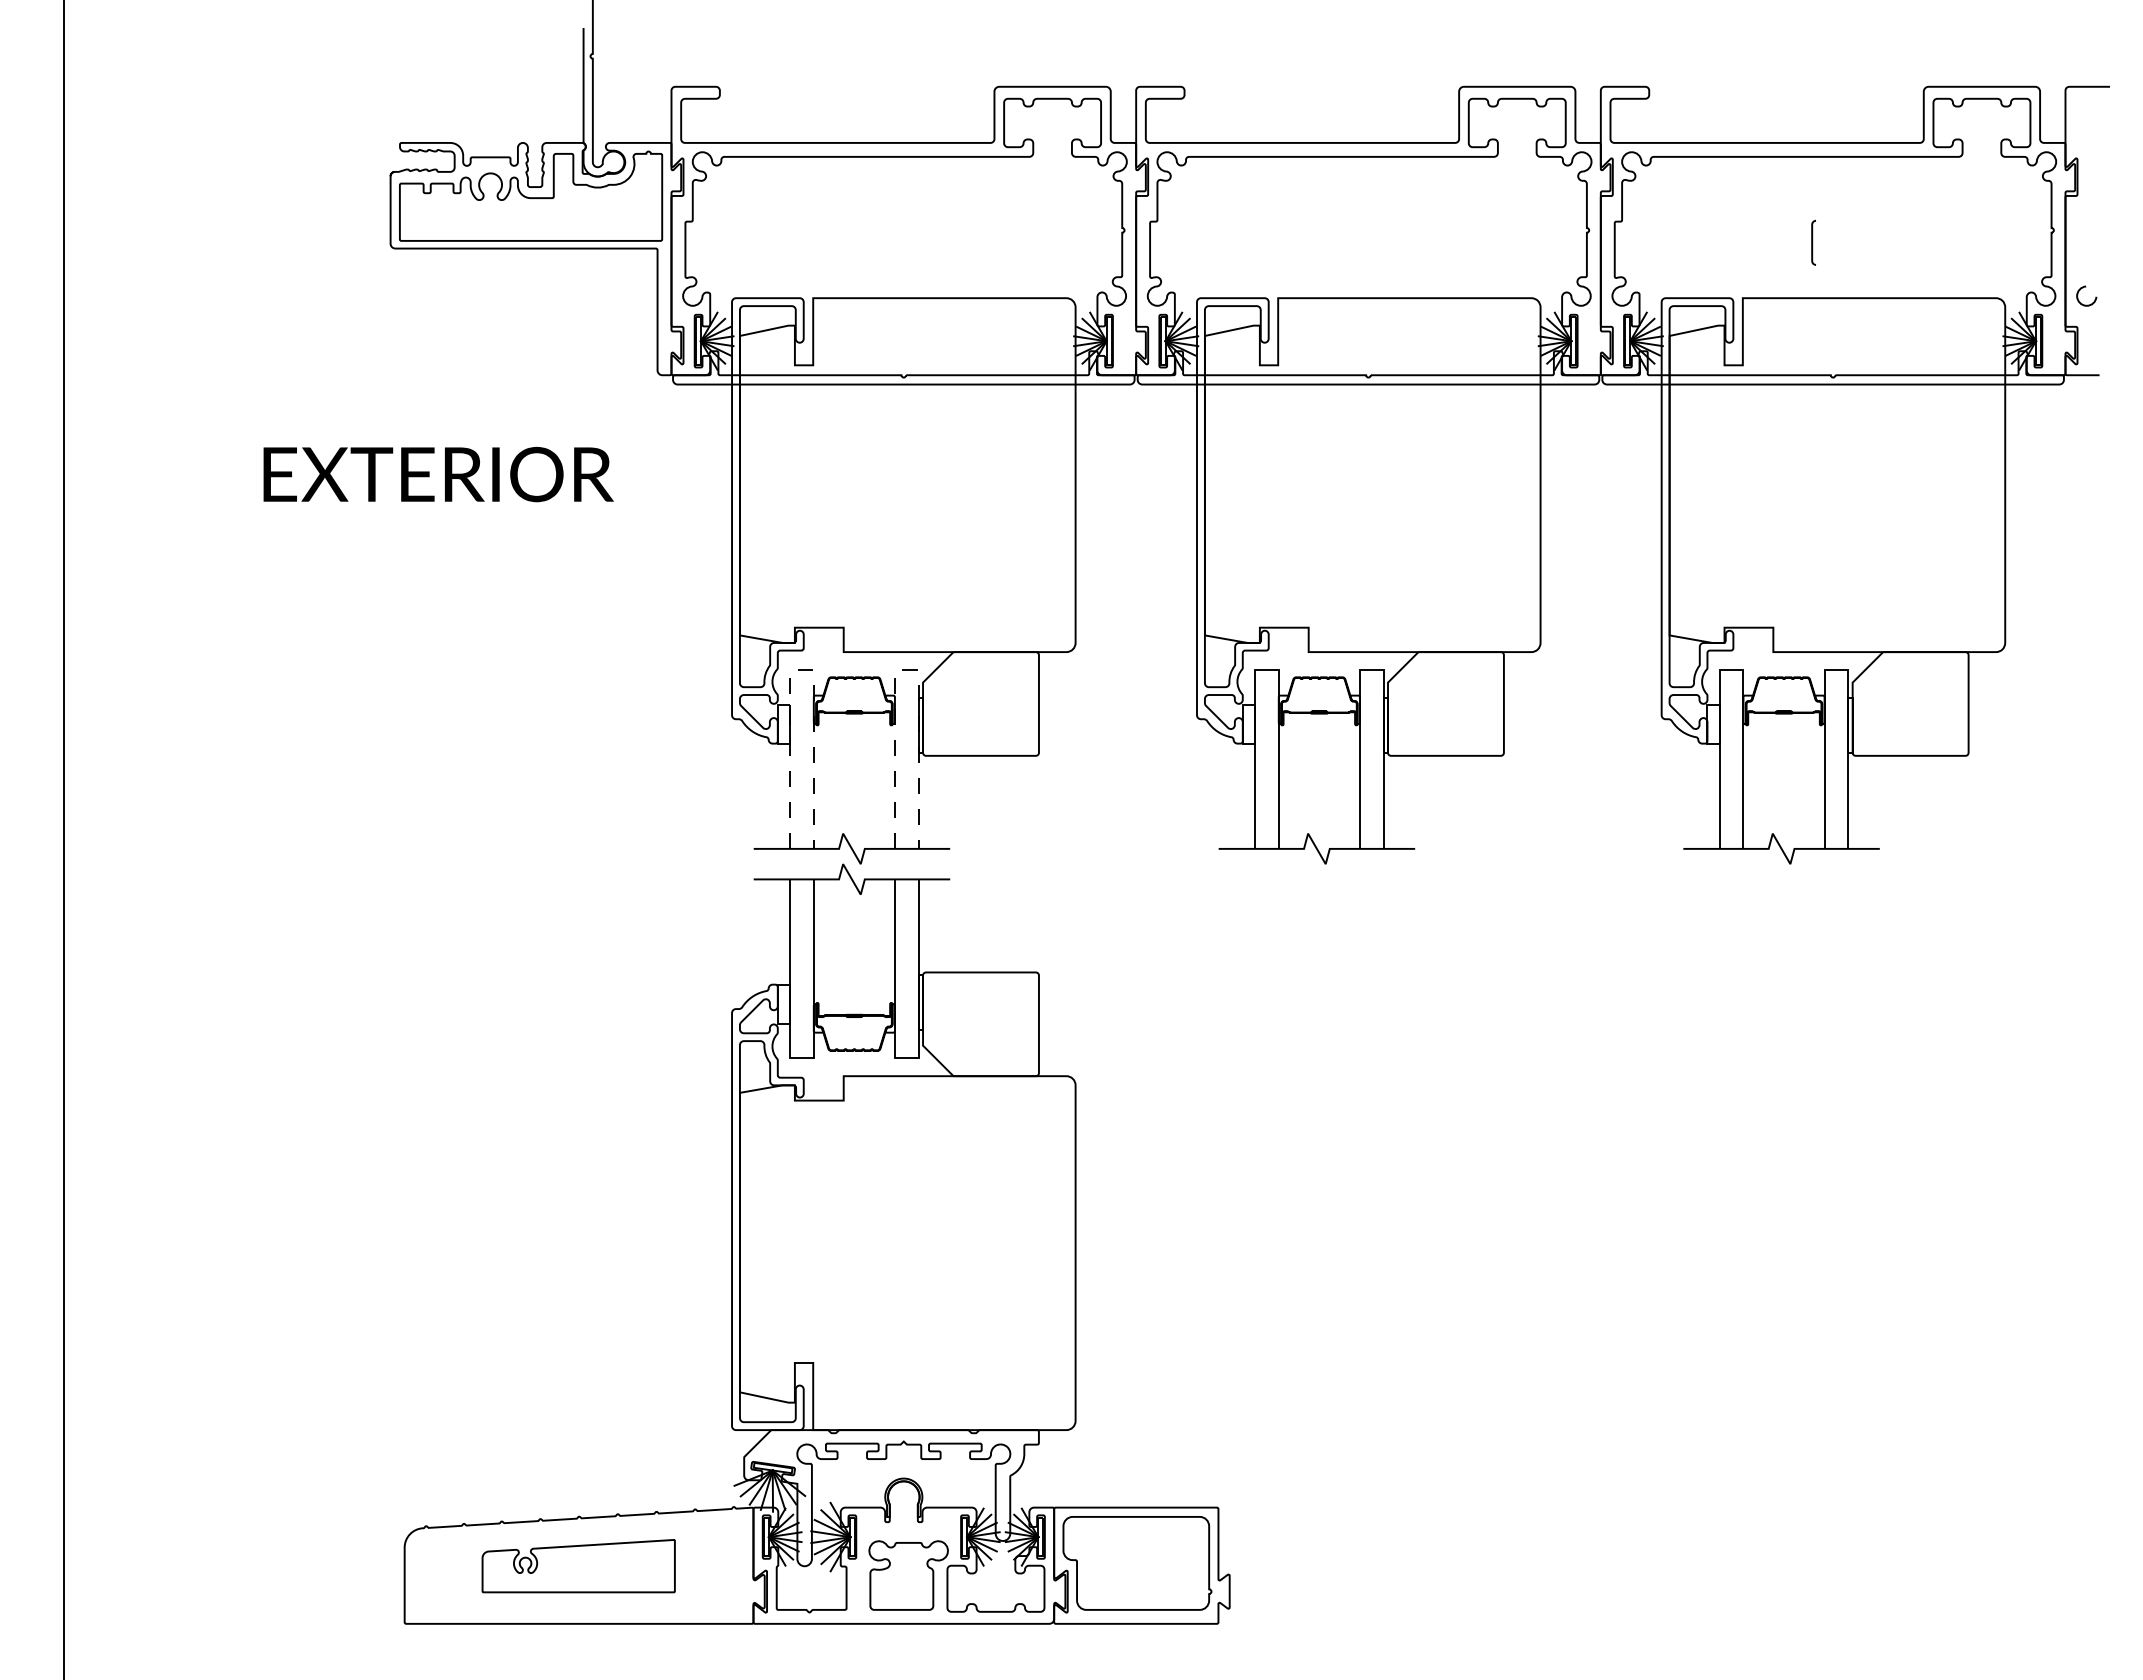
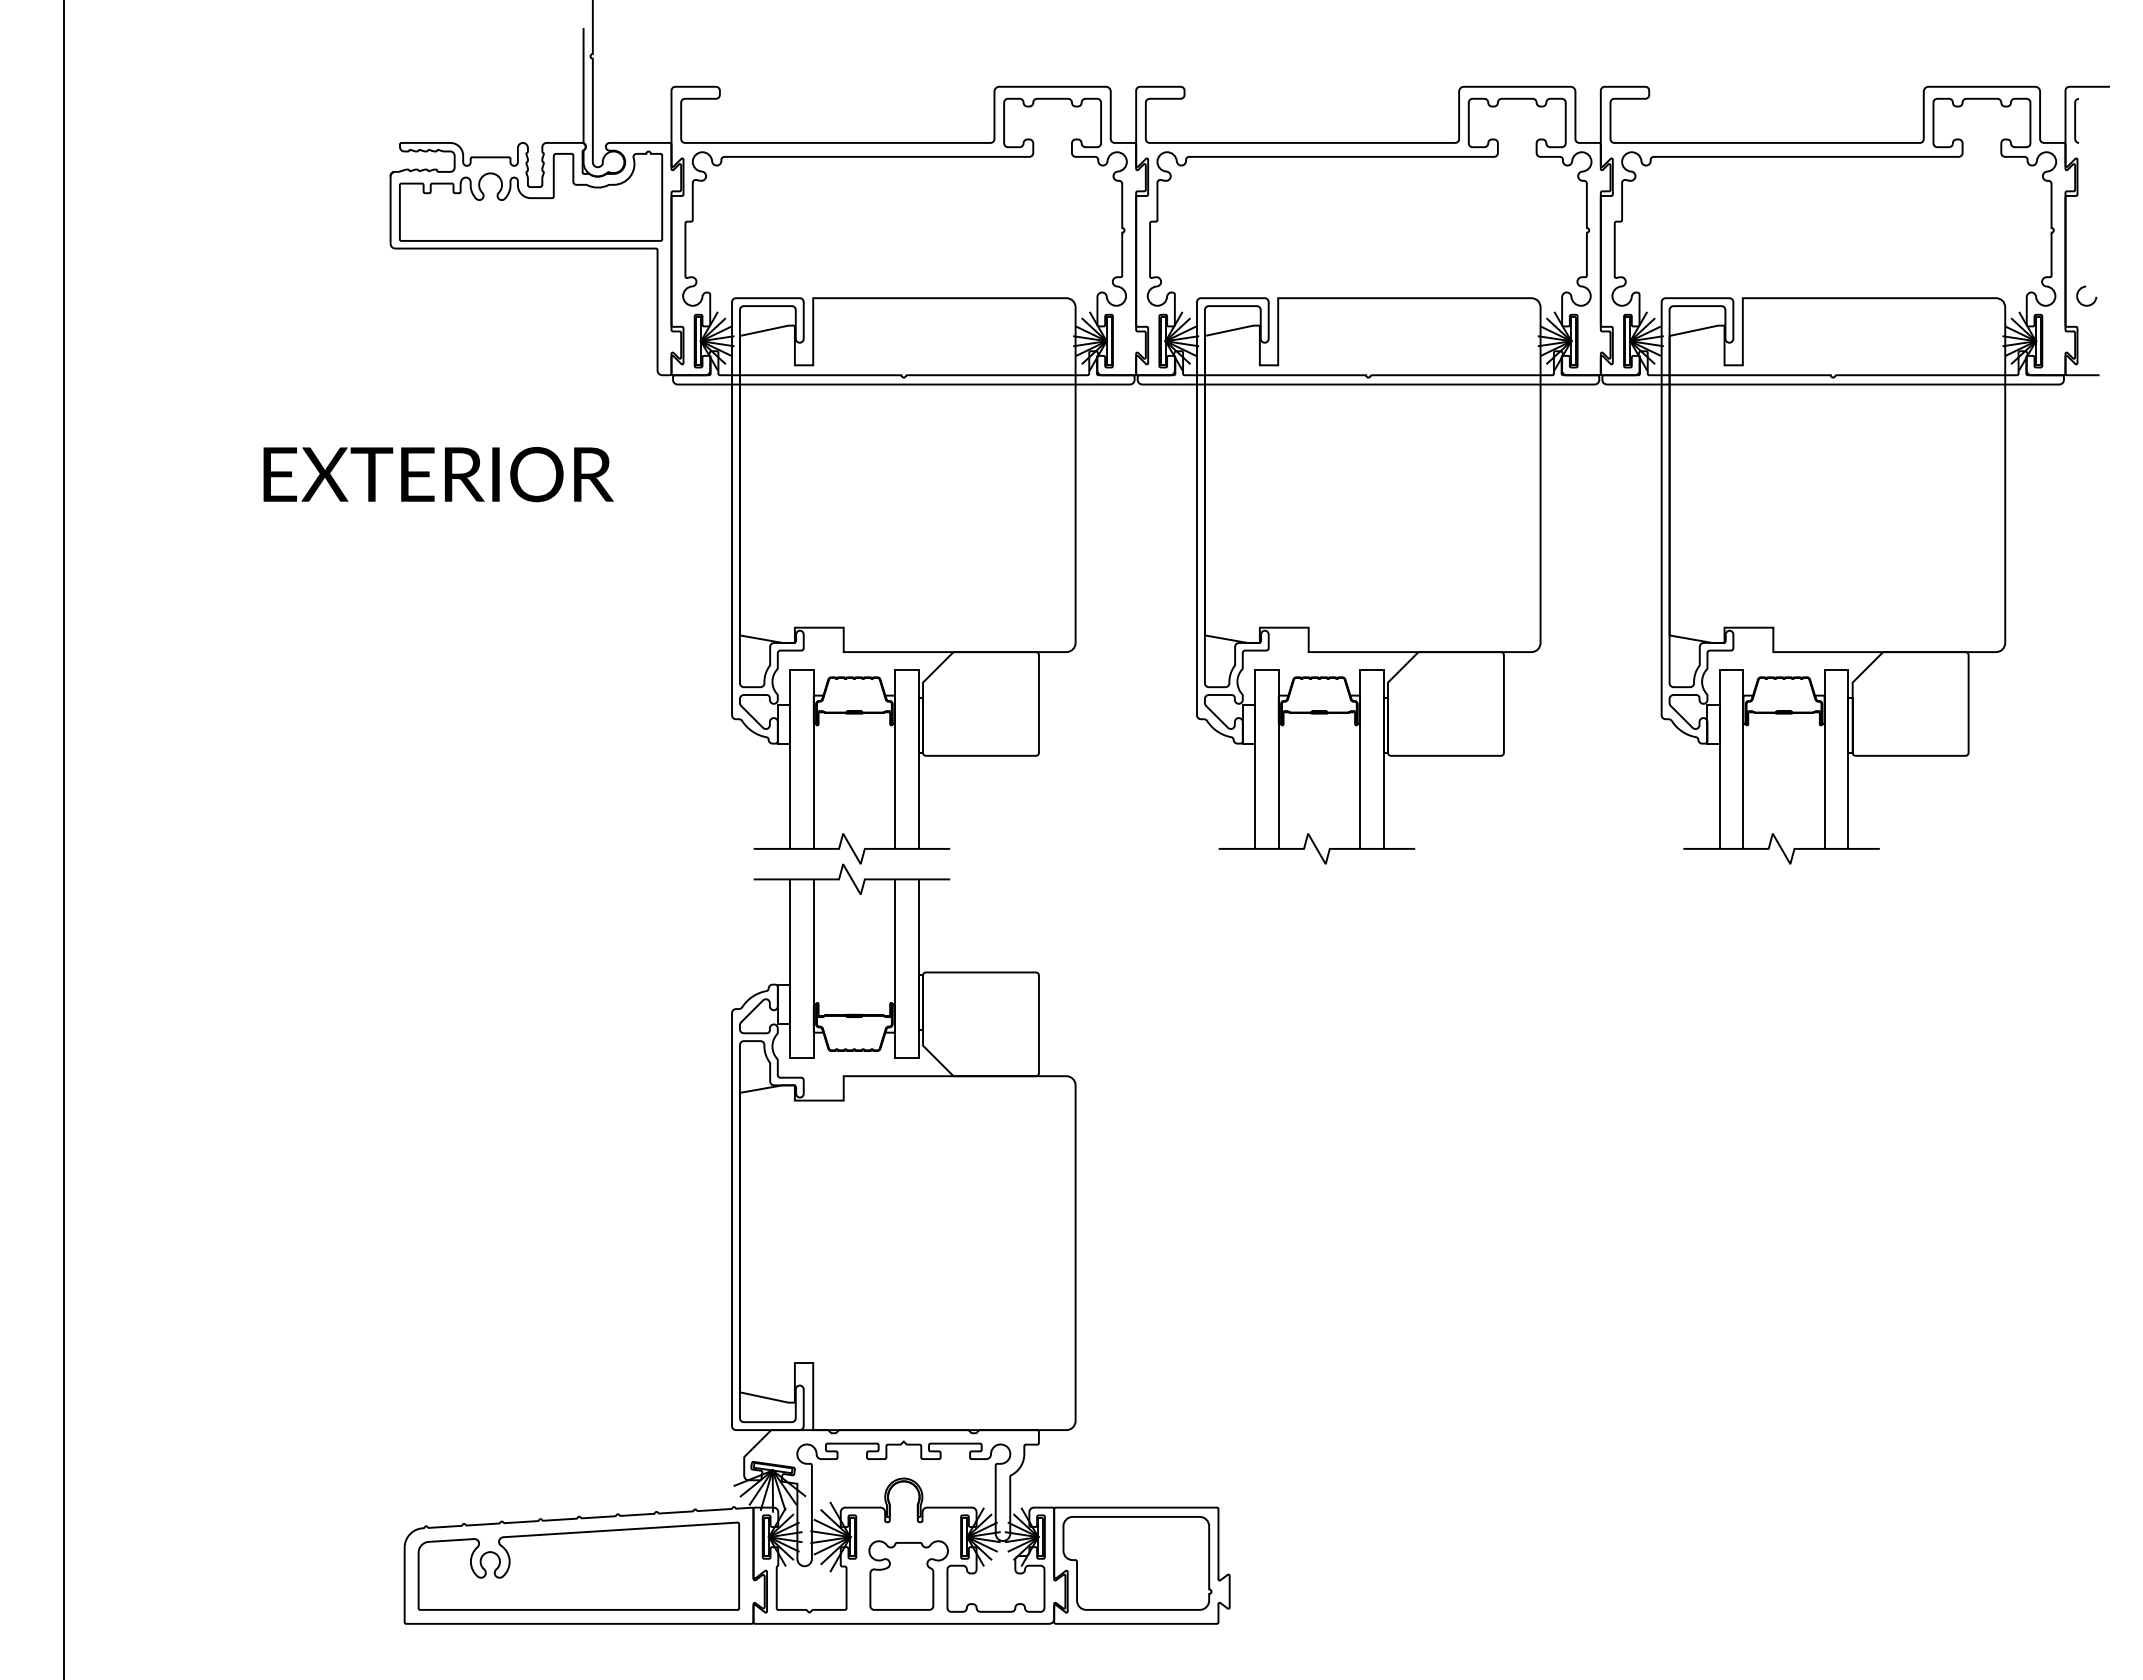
curve at (1813, 242) position: (1813, 242) -> (2076, 120)
line at (801, 670): dashed -> solid
line at (906, 670): dashed -> solid
part at (578, 1566) size: 195x55 px -> 323x90 px
